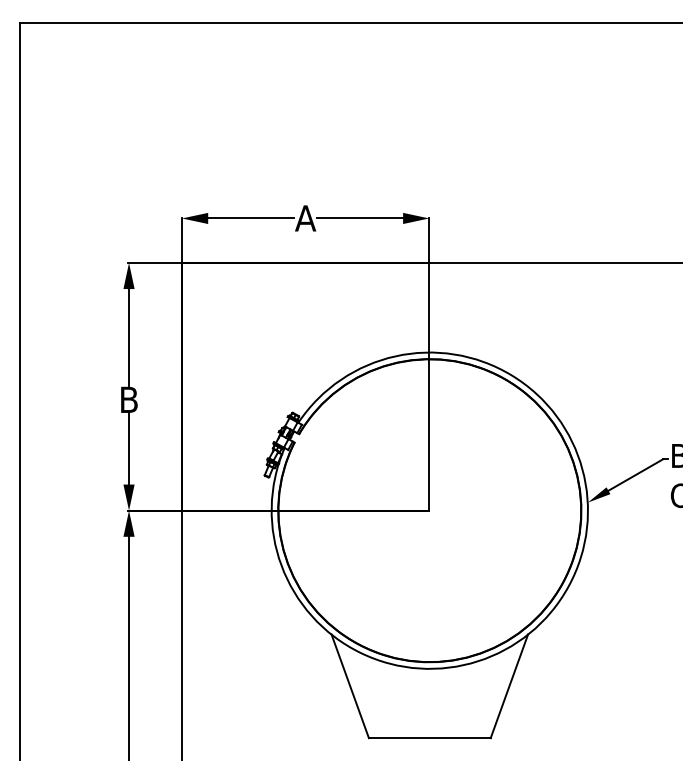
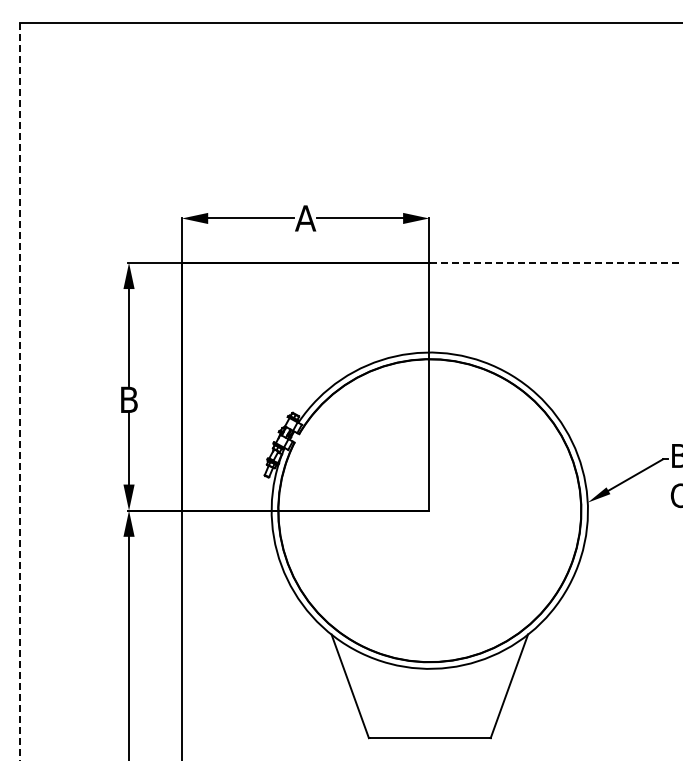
line at (556, 262): solid -> dashed
line at (20, 391): solid -> dashed
